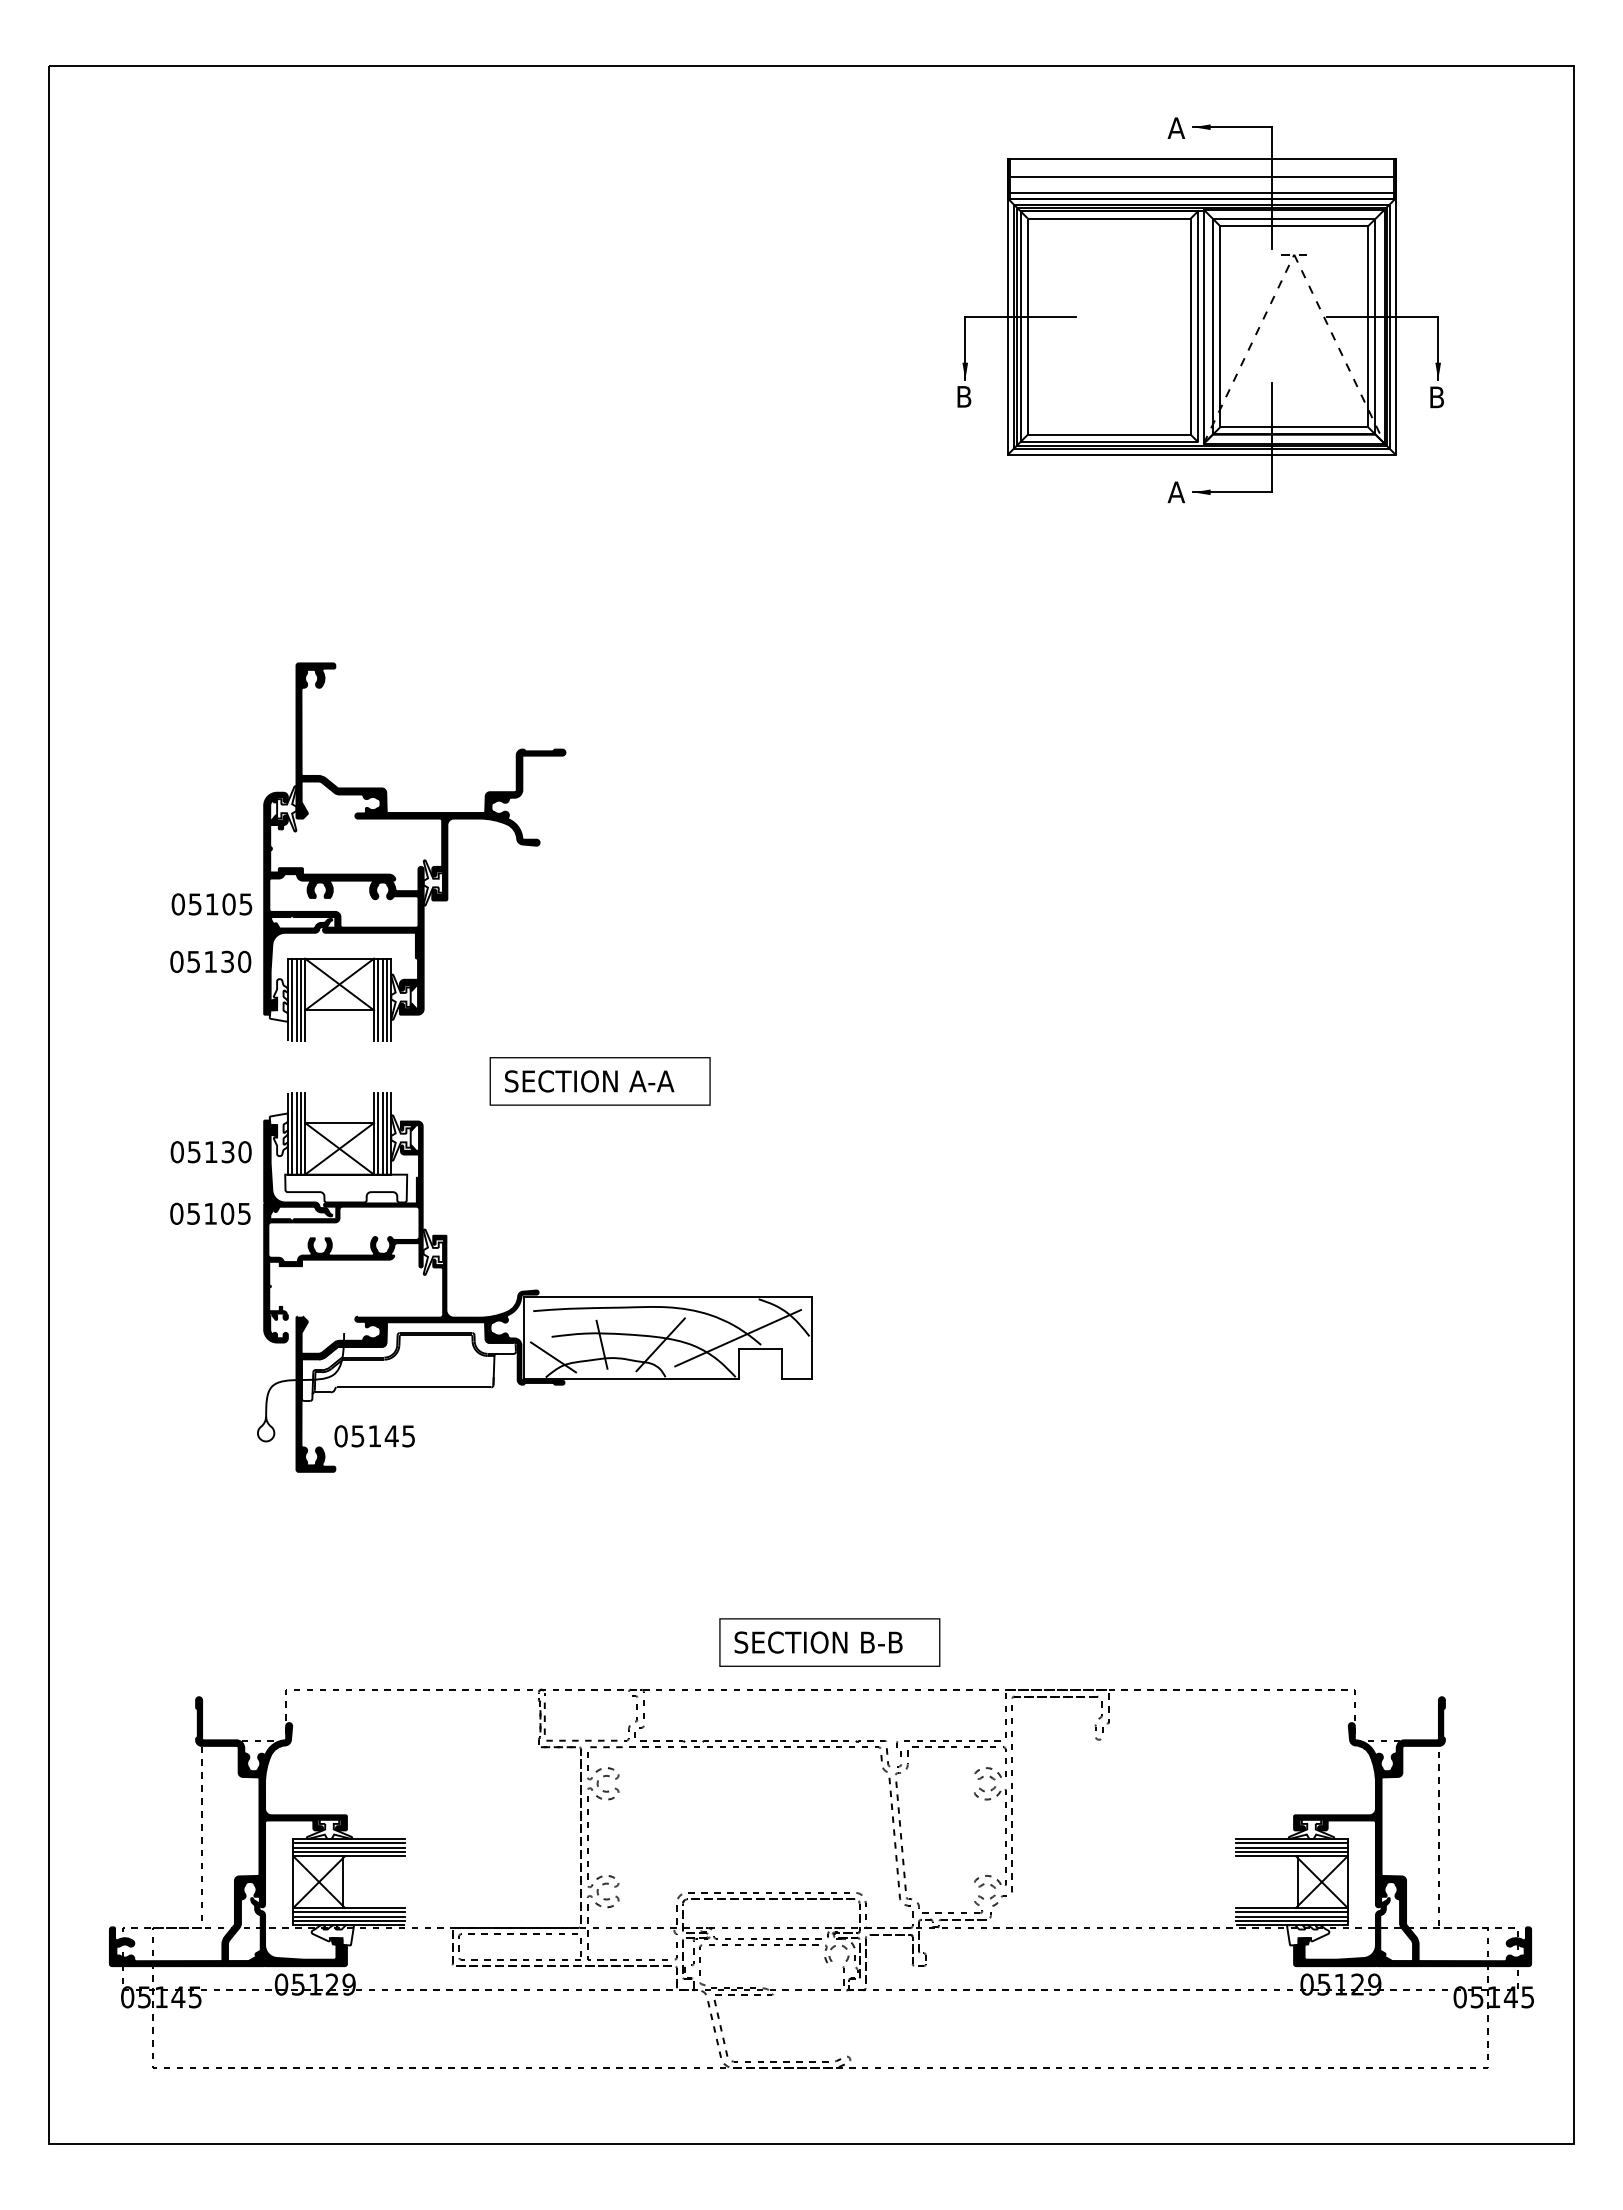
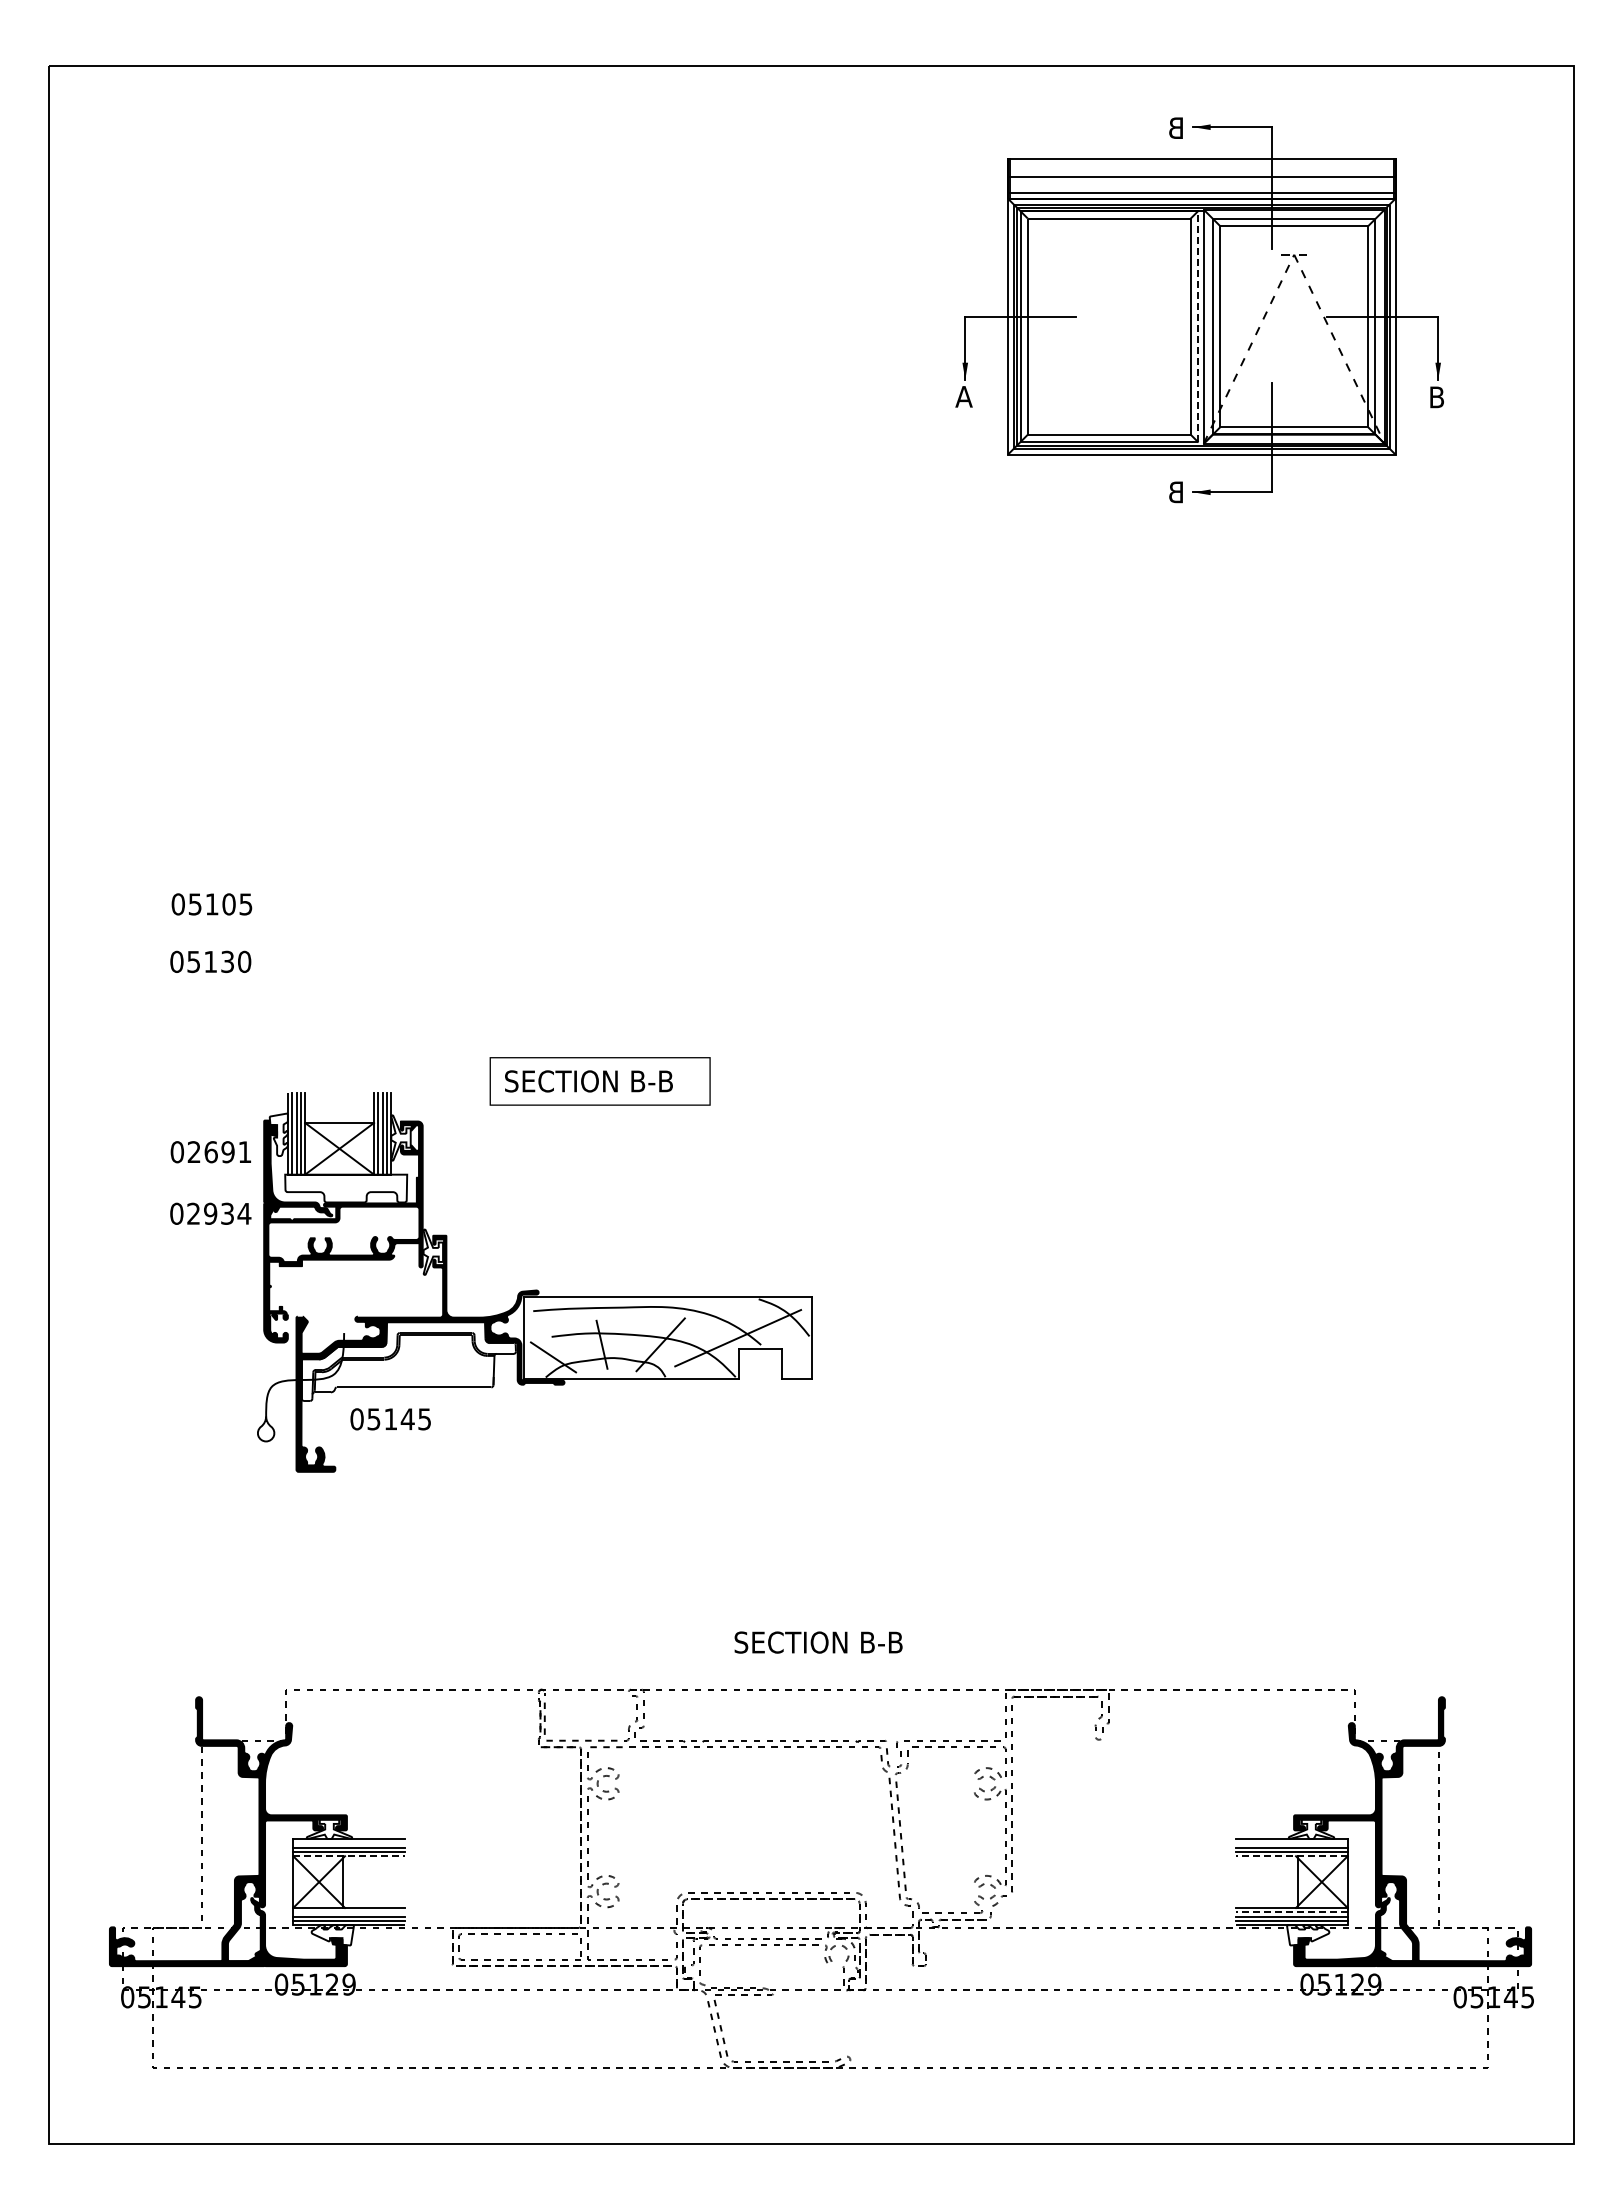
text at (1176, 127): A -> B
line at (1197, 326): solid -> dashed
text at (963, 396): B -> A
text at (1176, 492): A -> B
part at (414, 851): present -> none
text at (651, 1081): SECTION A-A -> SECTION B-B
text at (219, 1152): 05130 -> 02691
text at (219, 1213): 05105 -> 02934
text at (374, 1436) position: (374, 1436) -> (390, 1419)
part at (829, 1642): present -> none
line at (349, 1843): present -> none
line at (1291, 1843): present -> none
line at (349, 1856): solid -> dashed
line at (1291, 1856): solid -> dashed
line at (349, 1912): present -> none
line at (1291, 1912): solid -> dashed
